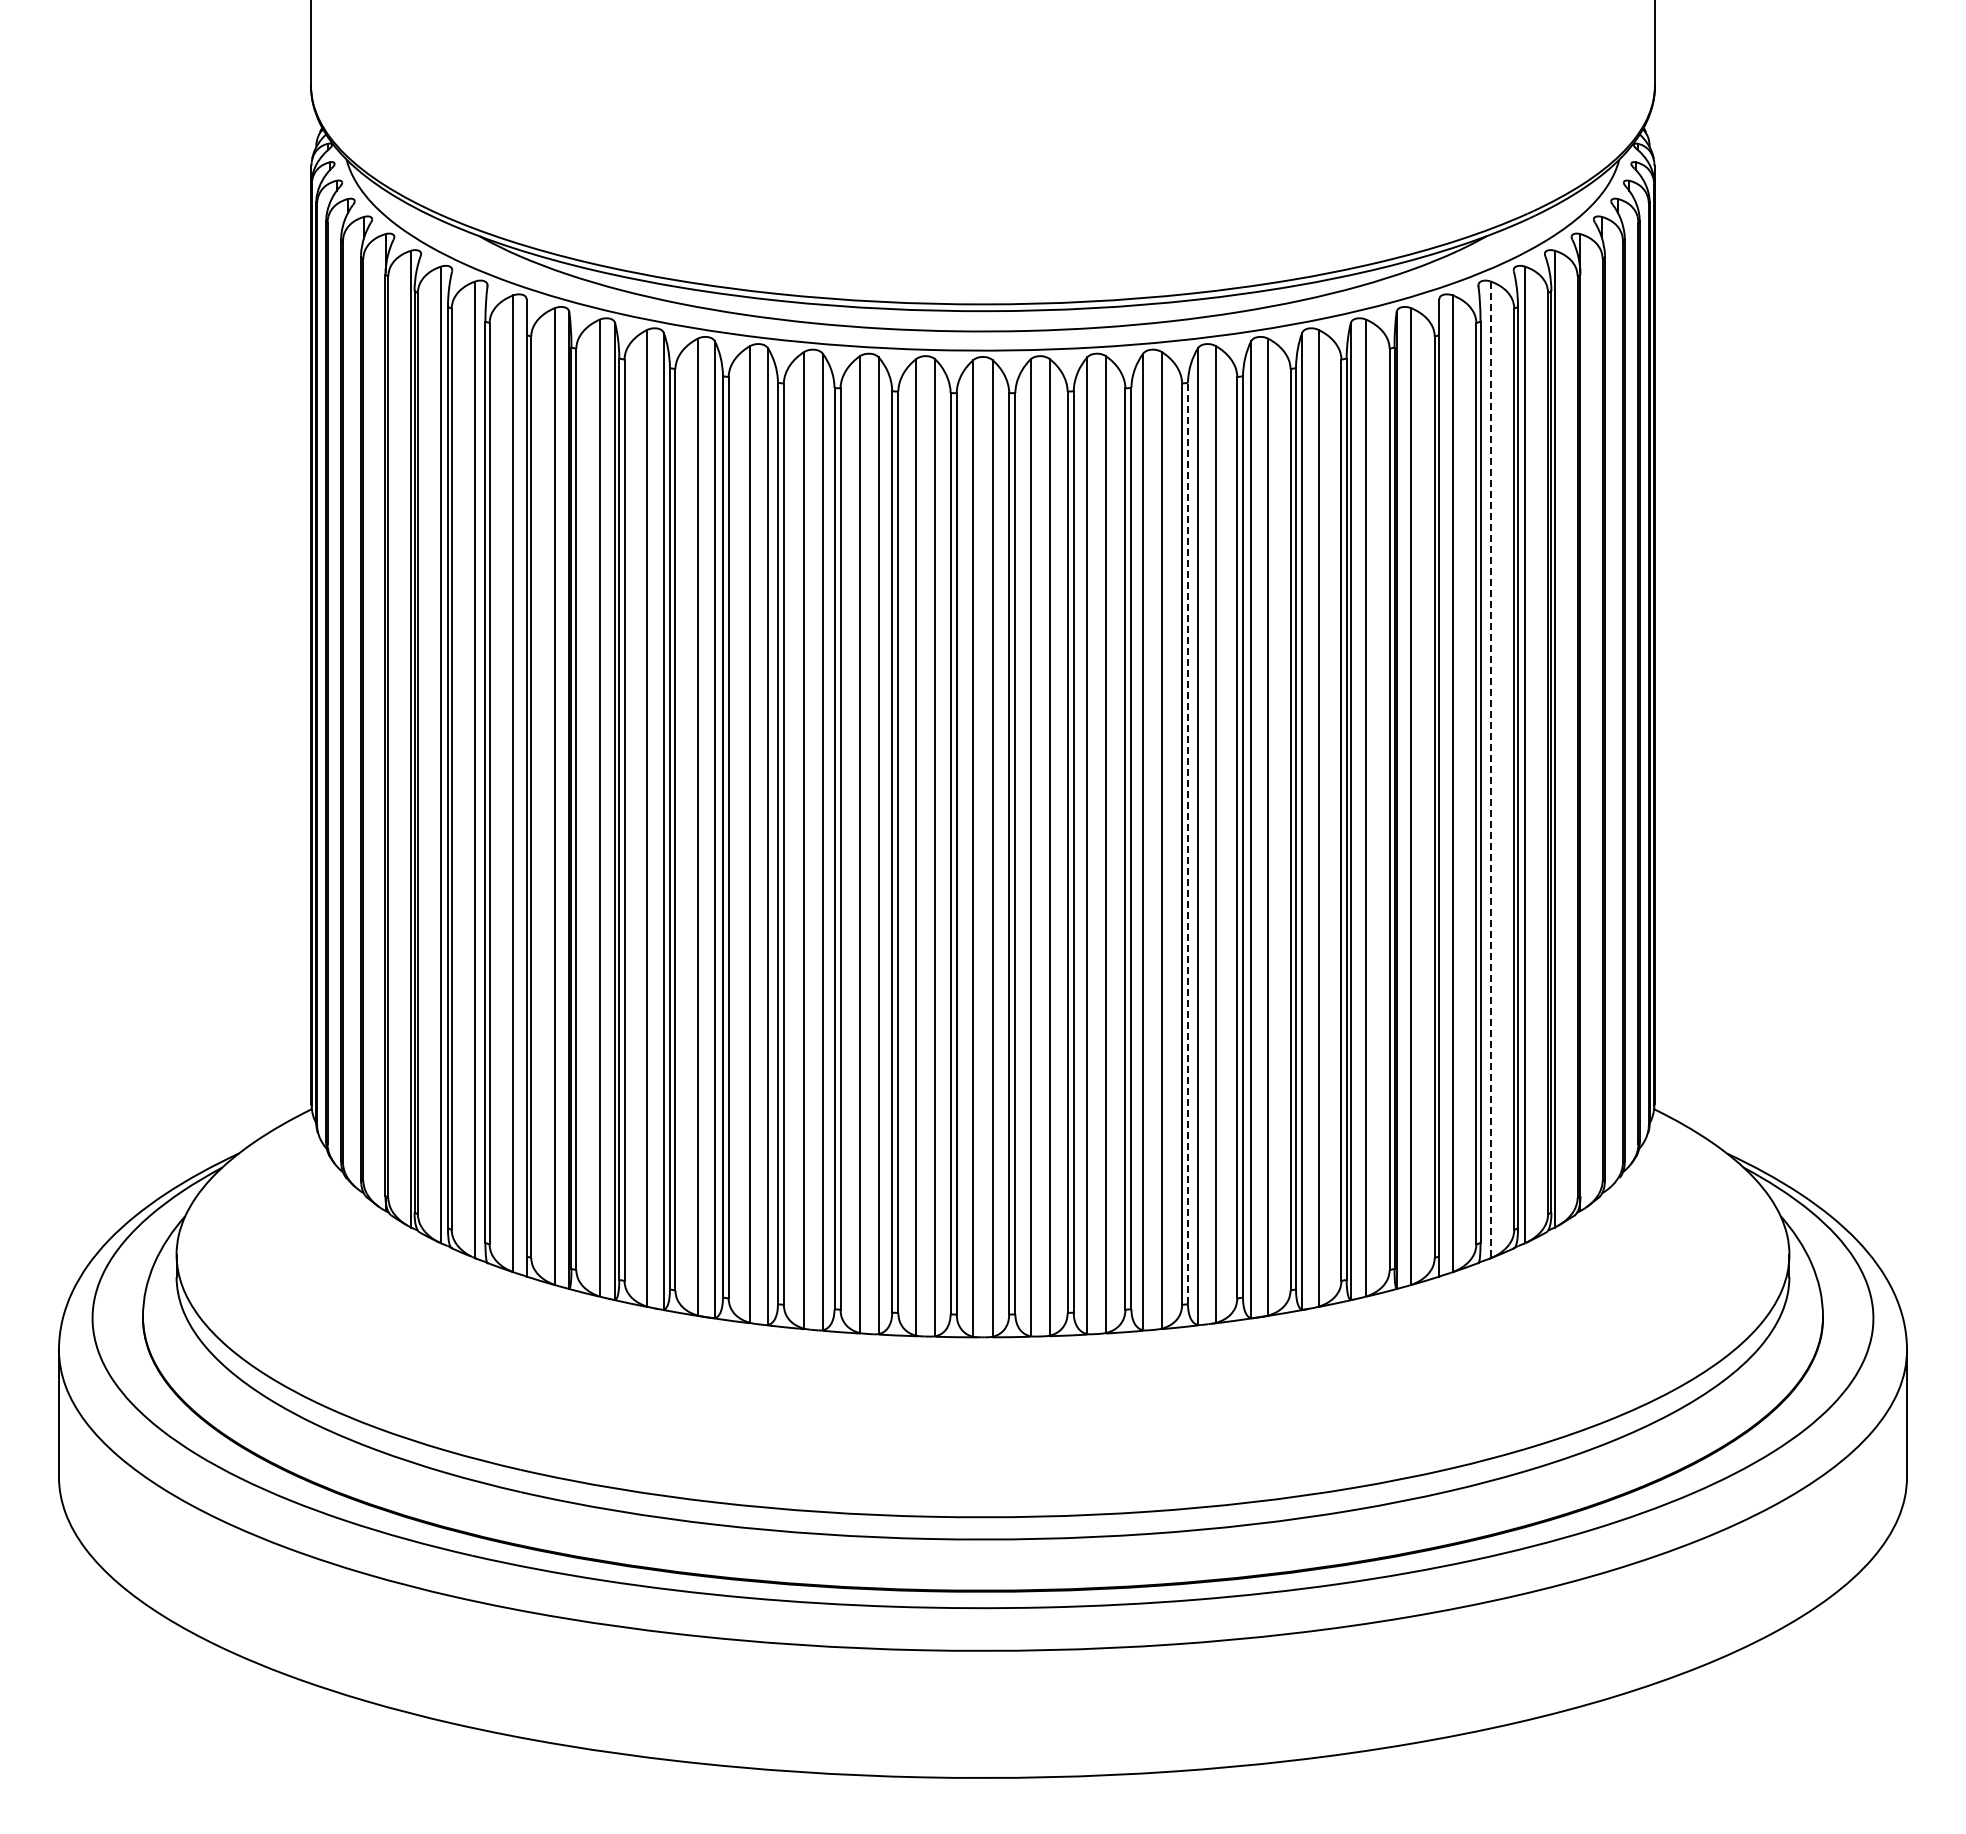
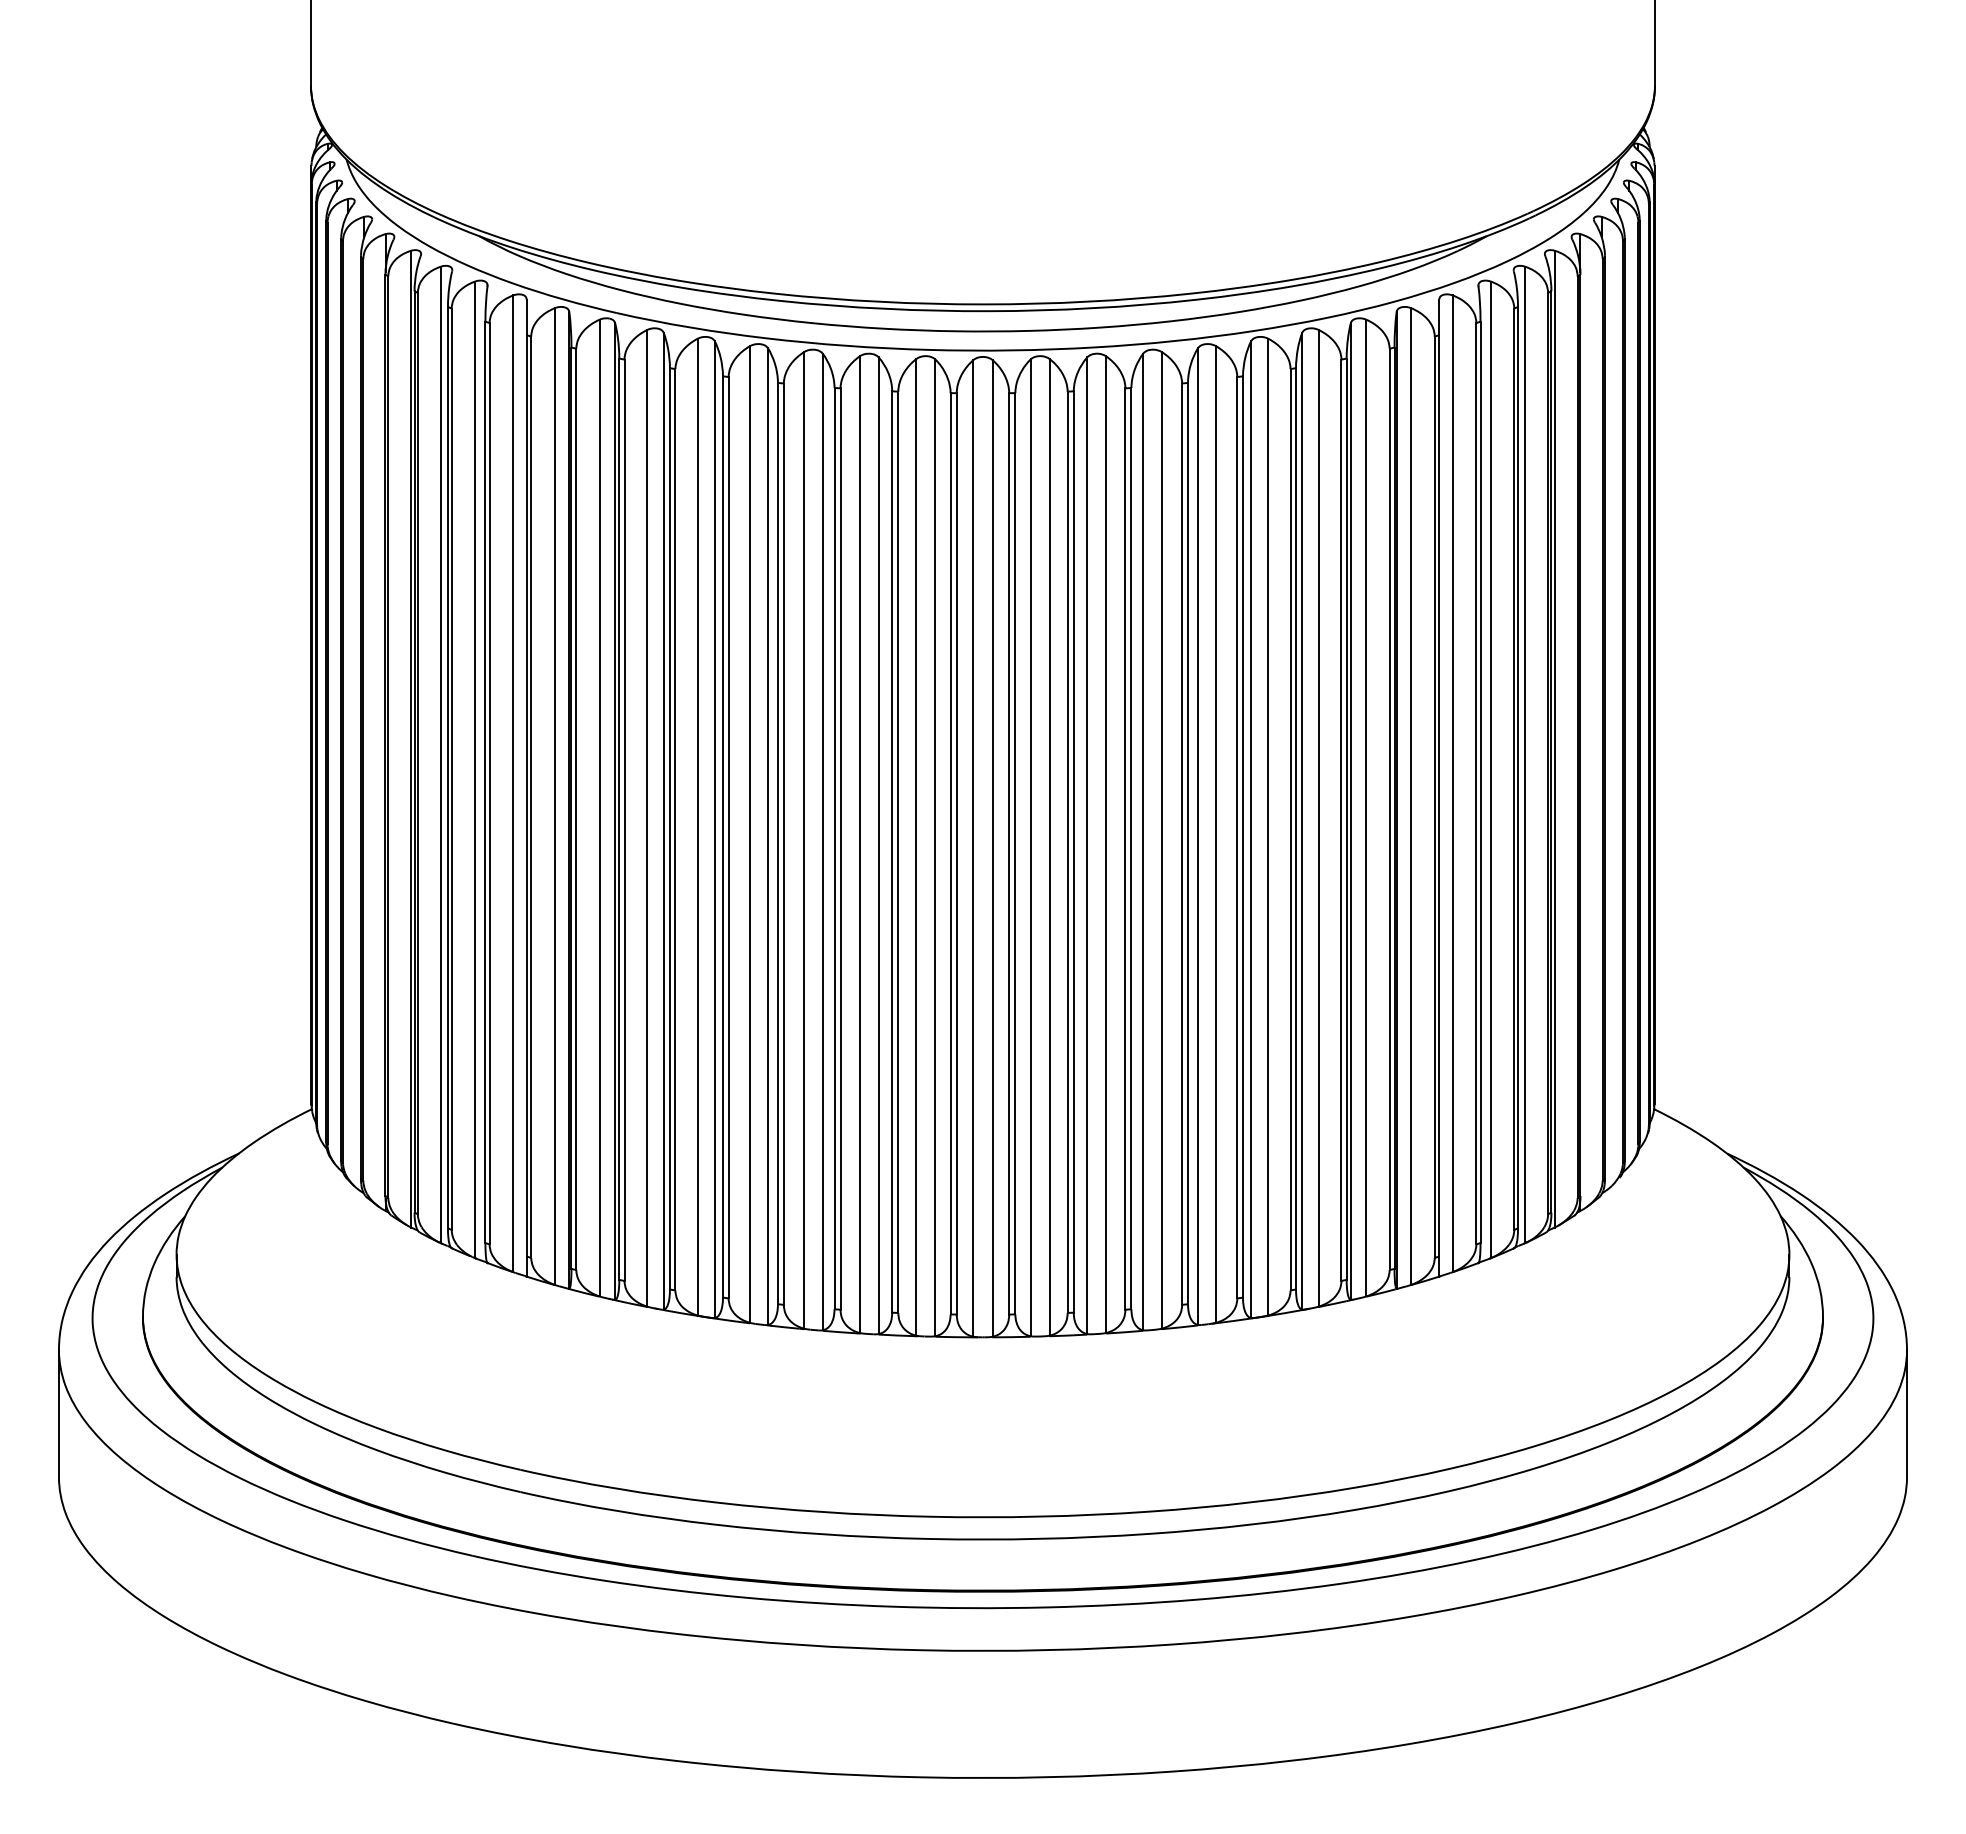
line at (1490, 770): dashed -> solid
line at (1188, 843): dashed -> solid
